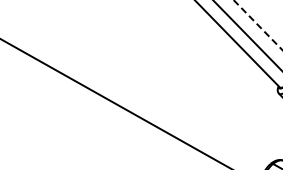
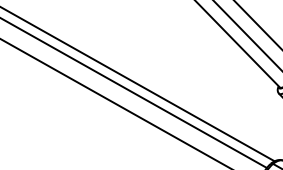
line at (258, 25): dashed -> solid
line at (138, 84): none -> present
line at (133, 92): none -> present
